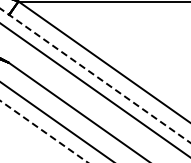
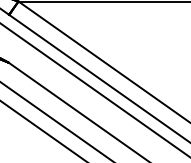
line at (95, 75): dashed -> solid
line at (43, 131): dashed -> solid
